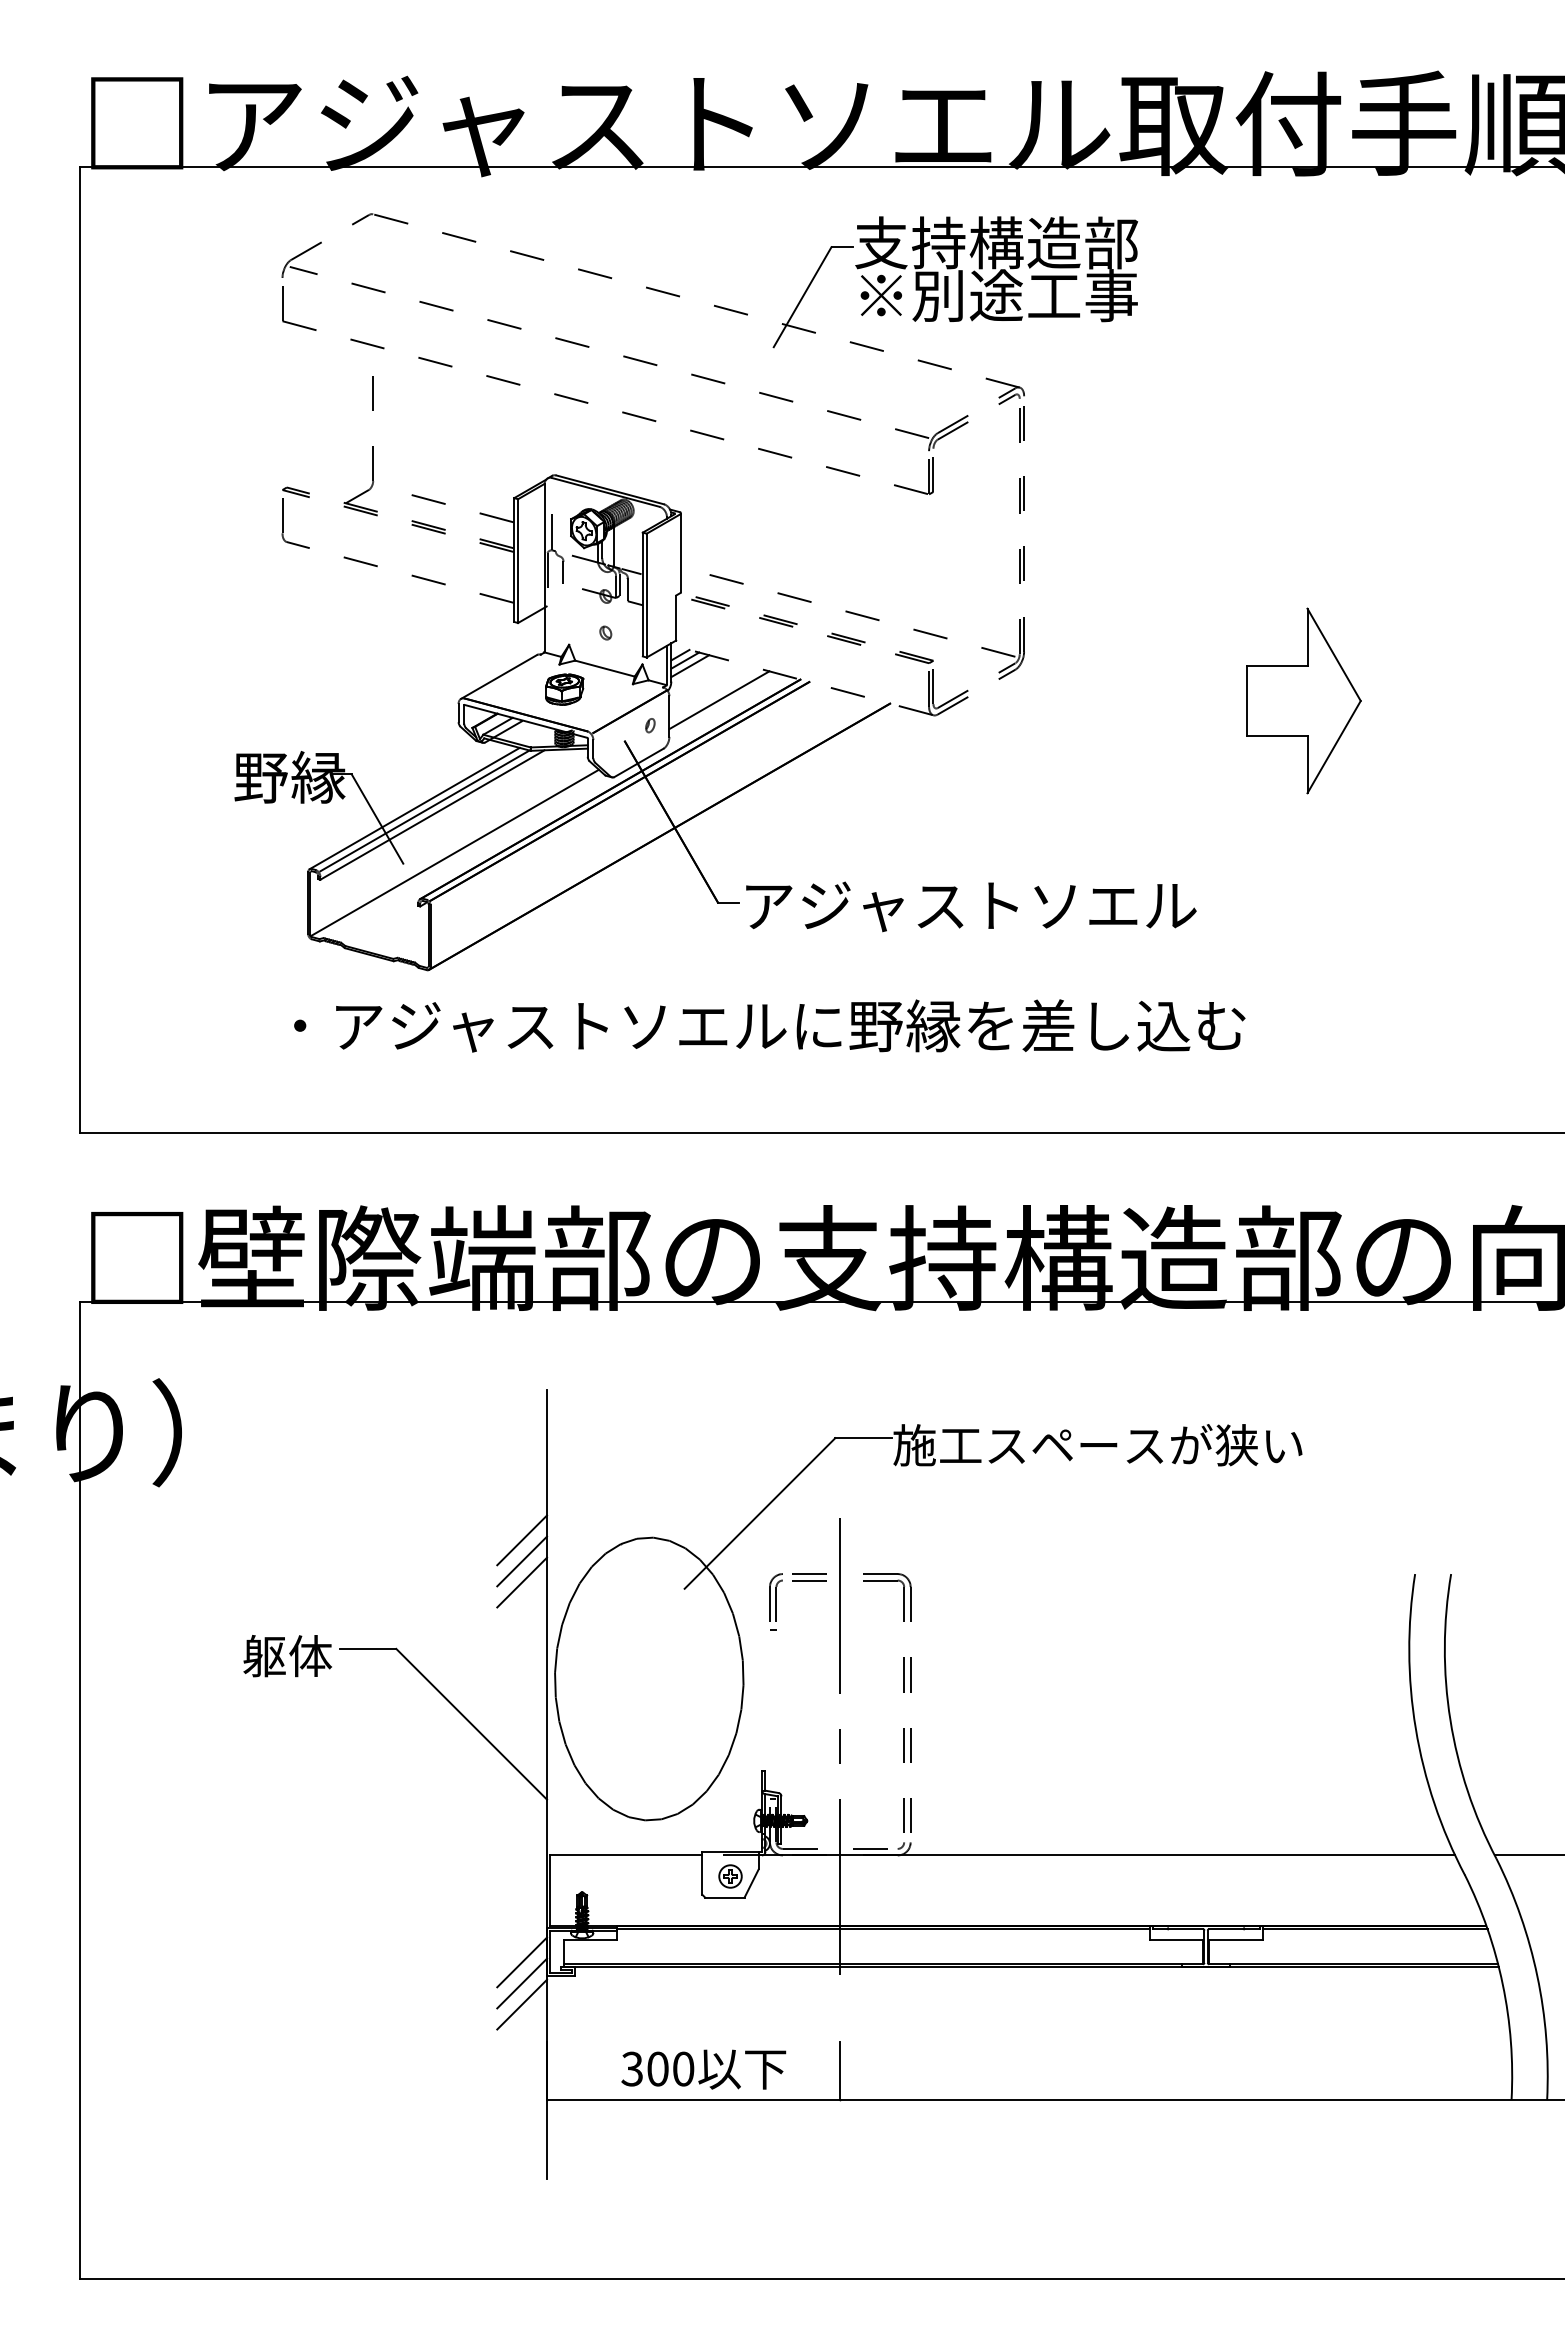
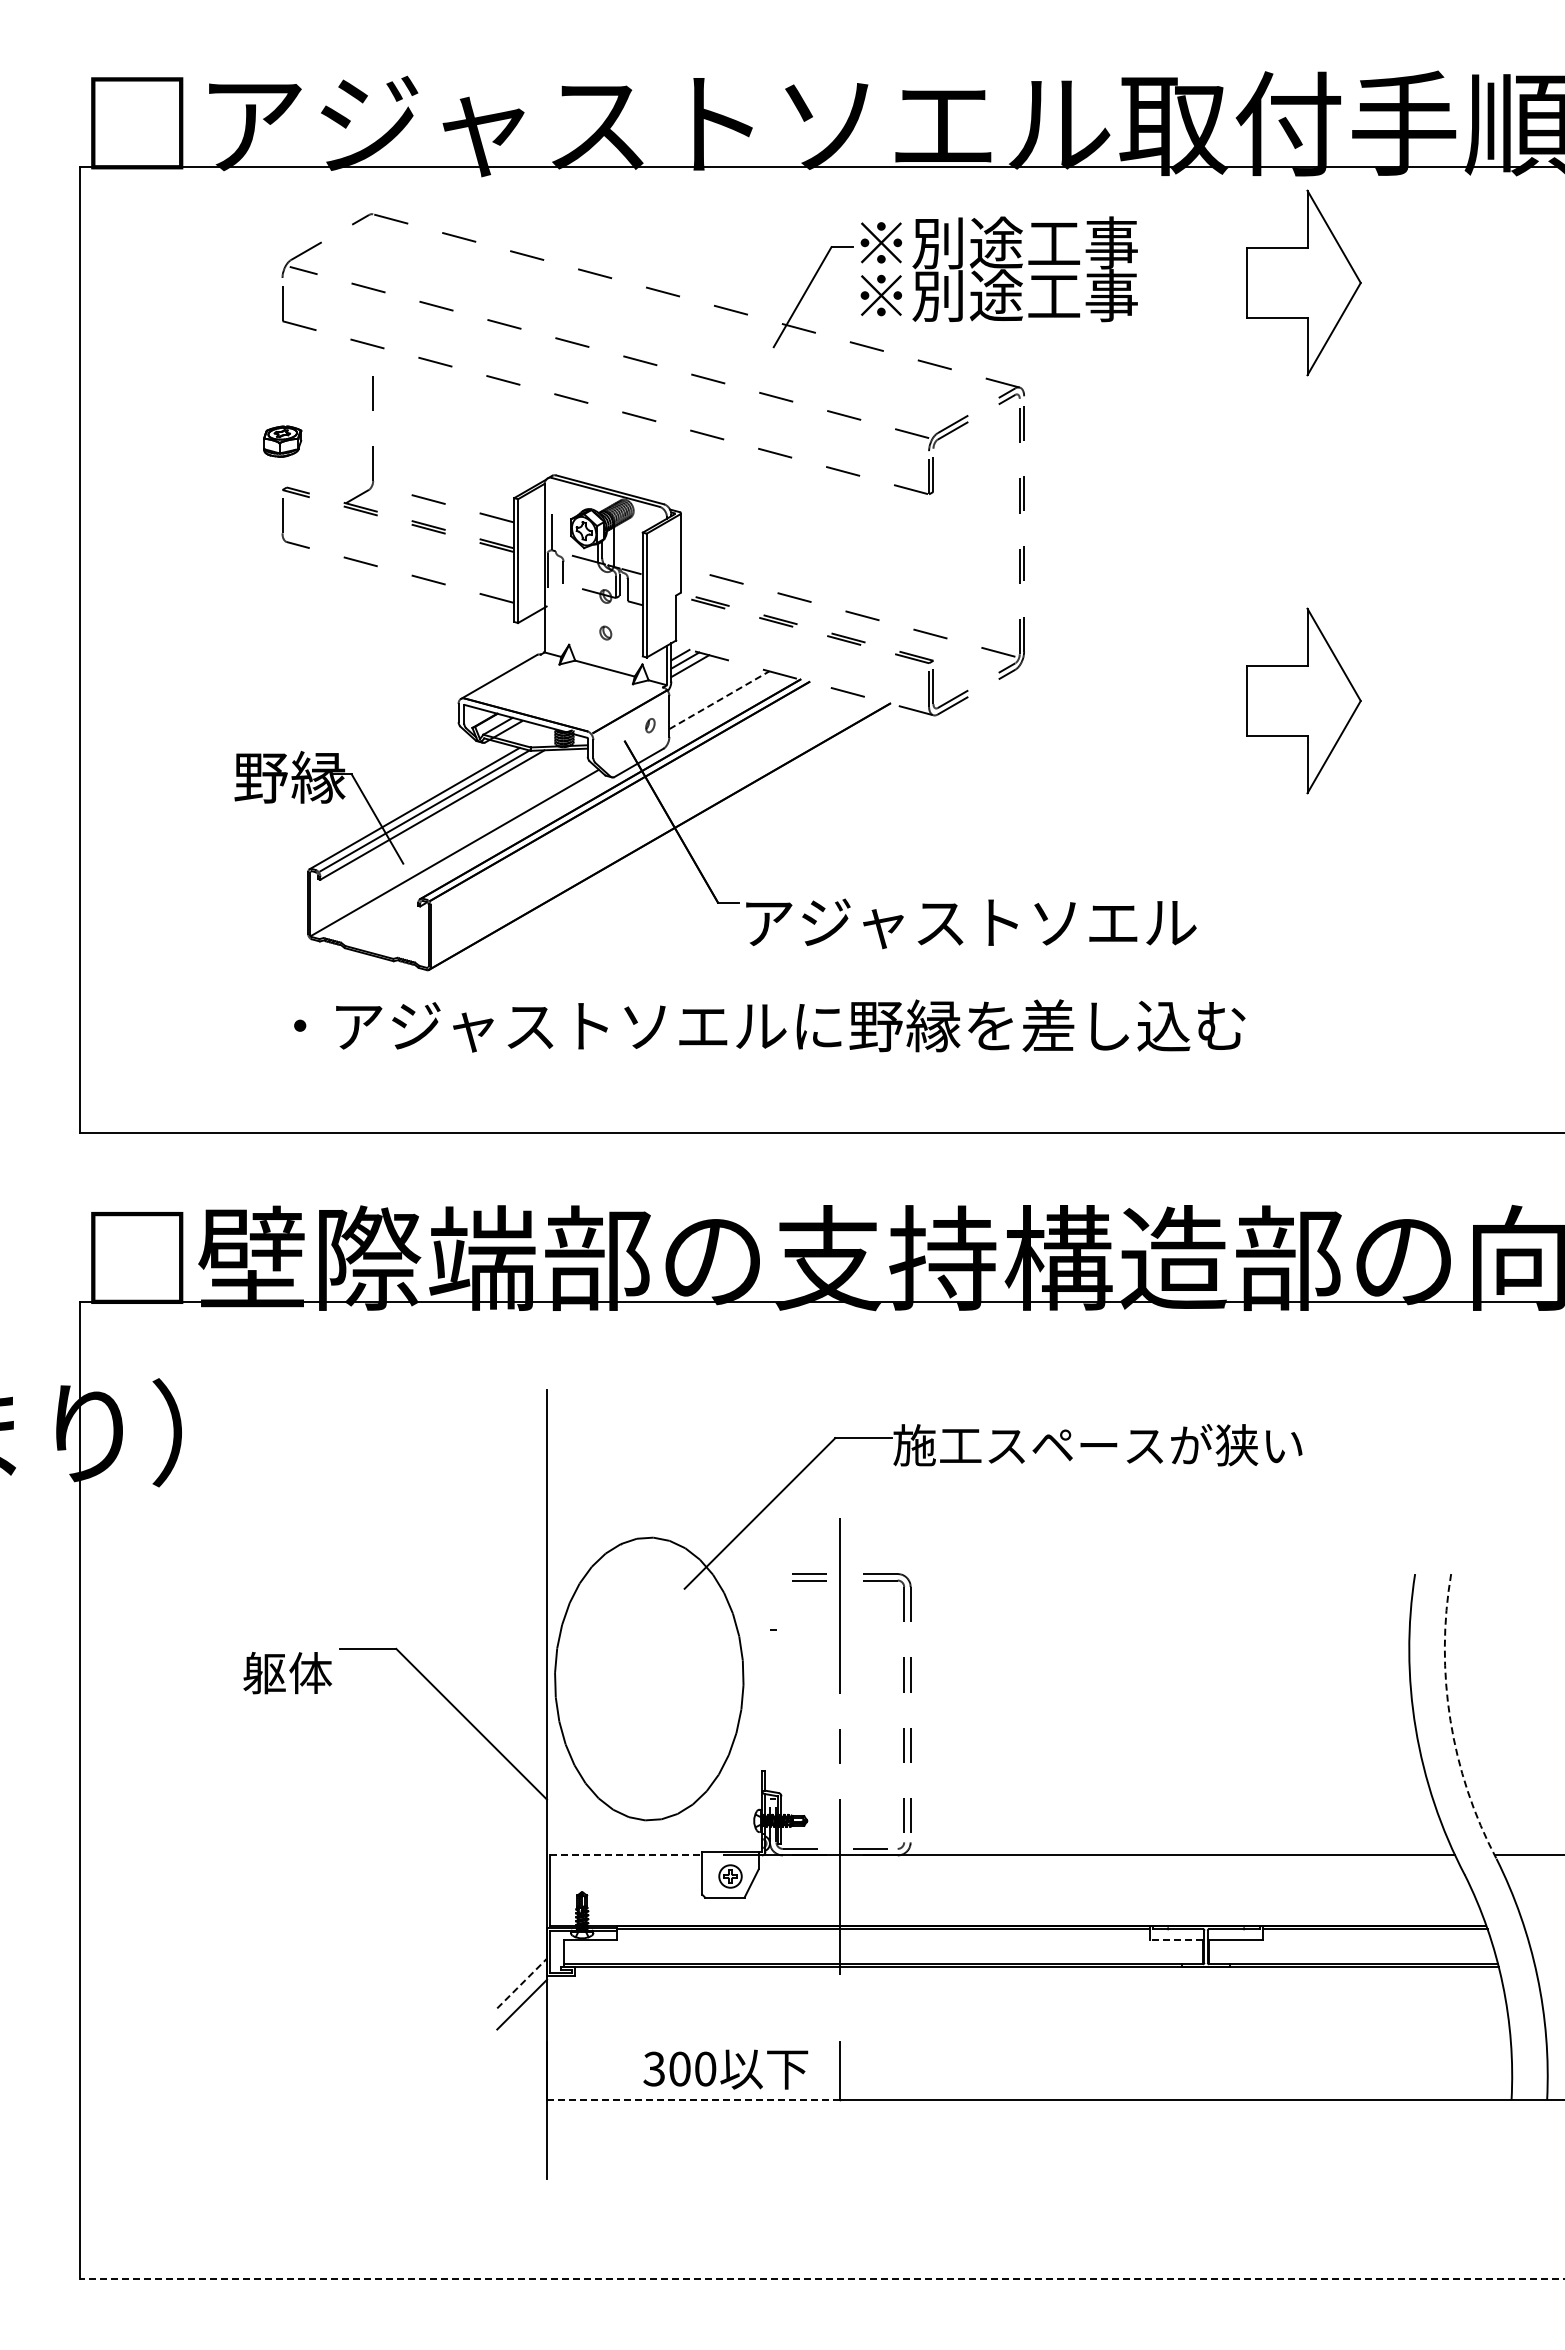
text at (996, 242): 支持構造部 -> ※別途工事
part at (1303, 282): none -> present
part at (564, 689) position: (564, 689) -> (282, 441)
line at (719, 700): solid -> dashed
text at (971, 906) position: (971, 906) -> (971, 923)
line at (522, 1540): present -> none
line at (522, 1561): present -> none
line at (522, 1582): present -> none
part at (775, 1597): present -> none
text at (287, 1656) position: (287, 1656) -> (287, 1673)
arc at (1450, 1720): solid -> dashed
line at (626, 1855): solid -> dashed
line at (1176, 1939): solid -> dashed
line at (522, 1962): present -> none
line at (522, 1983): solid -> dashed
text at (703, 2069) position: (703, 2069) -> (725, 2069)
line at (693, 2100): solid -> dashed
line at (821, 2279): solid -> dashed
